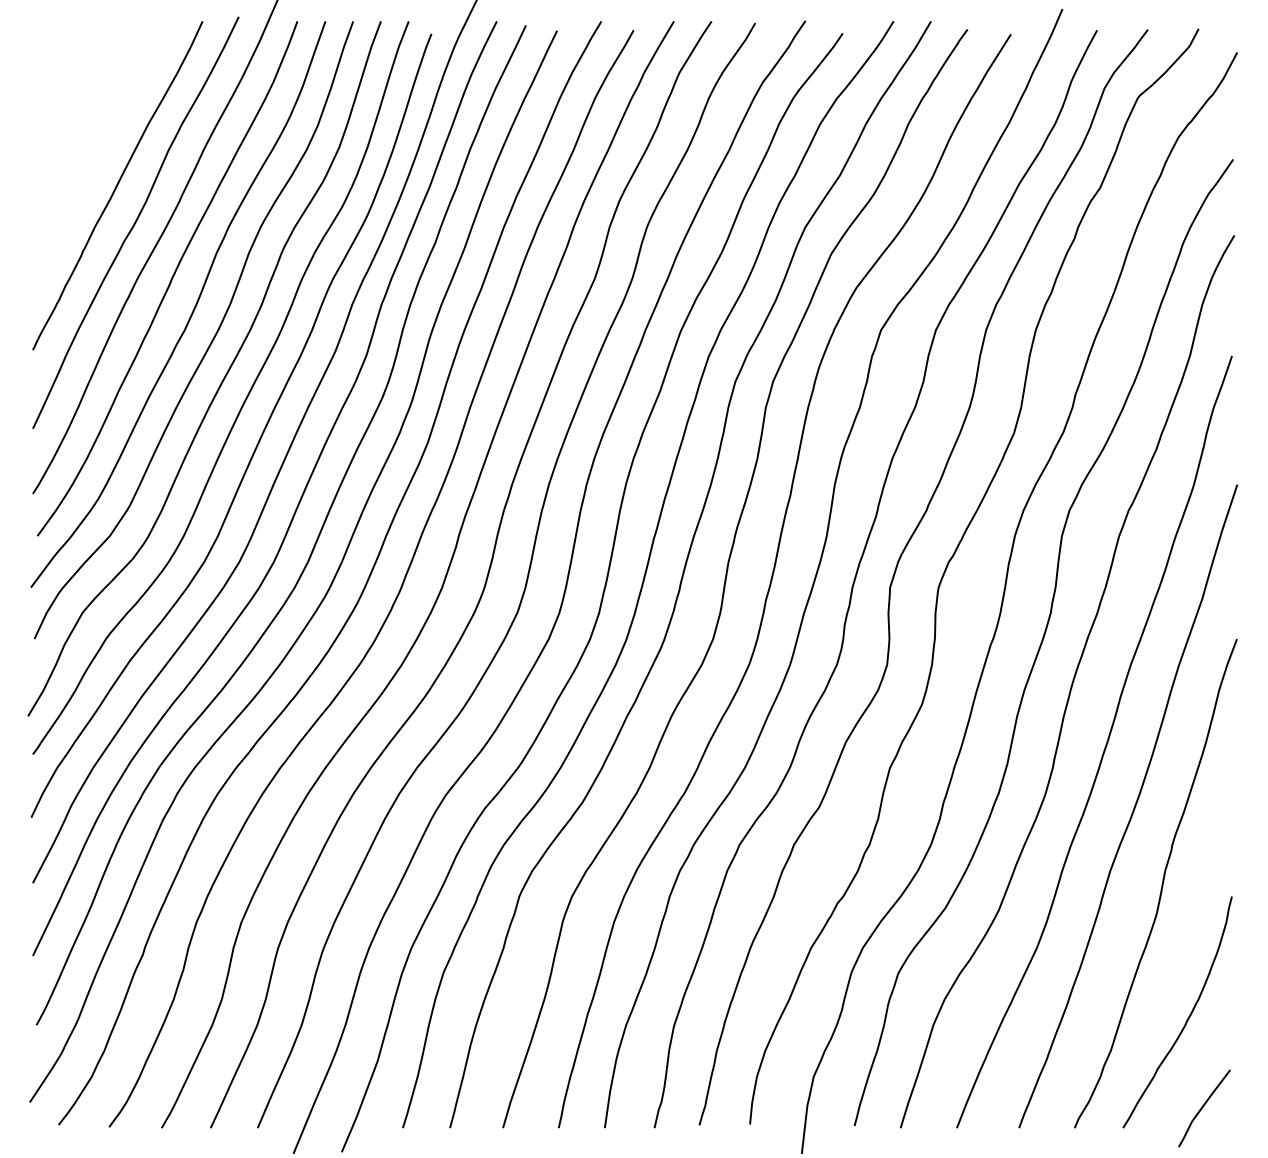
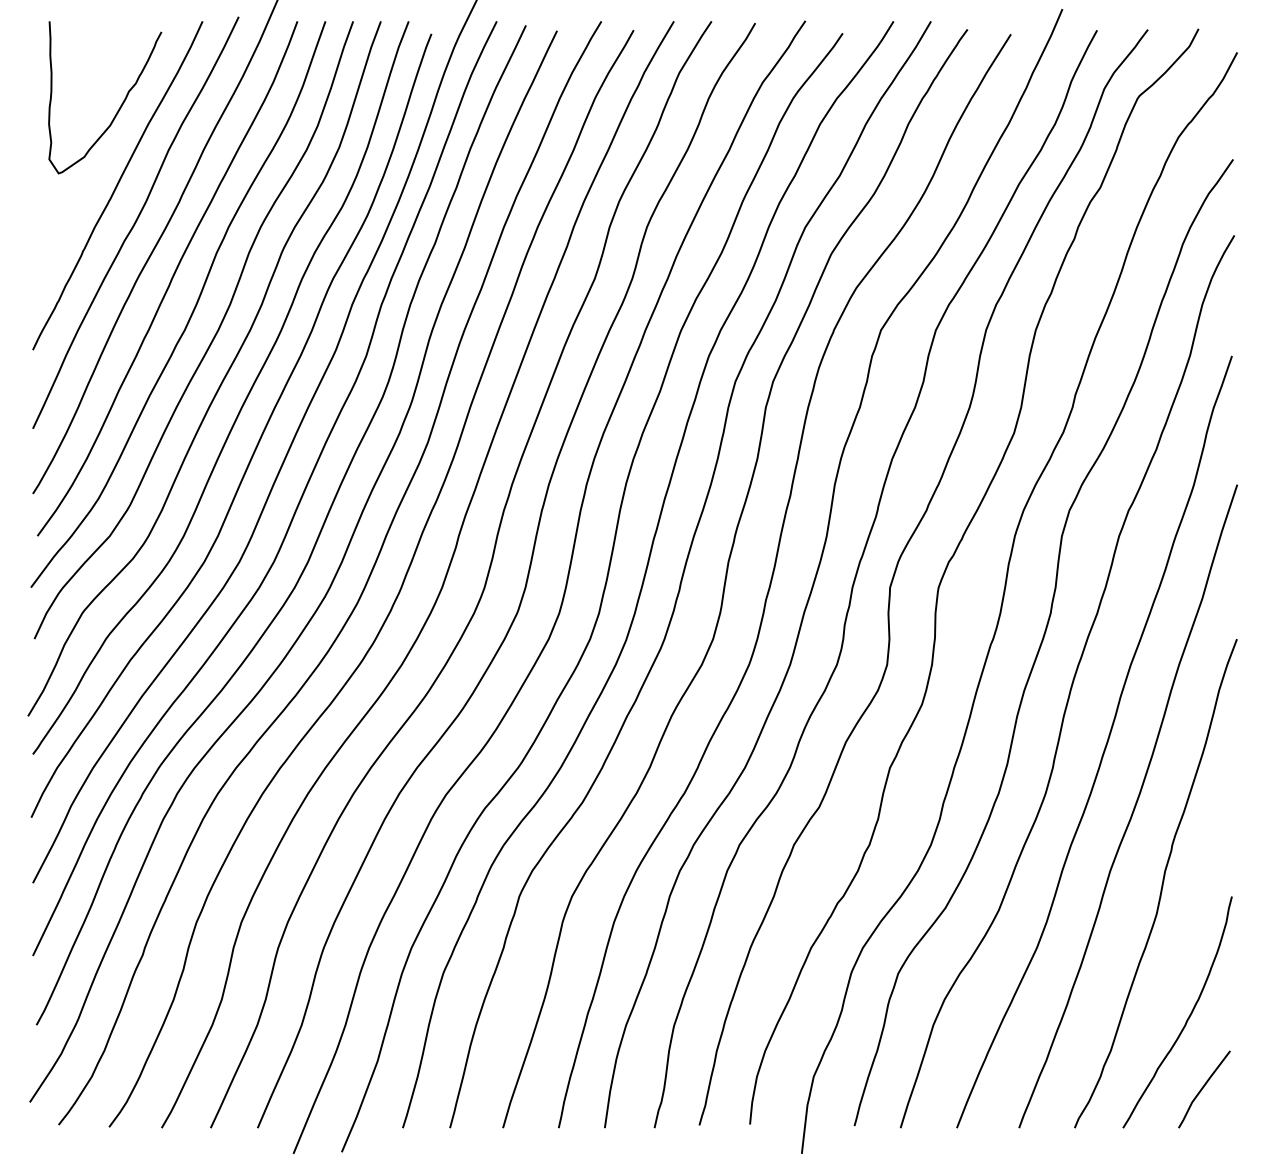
curve at (120, 105): none -> present
line at (1203, 1107) position: (1203, 1107) -> (1203, 1088)
